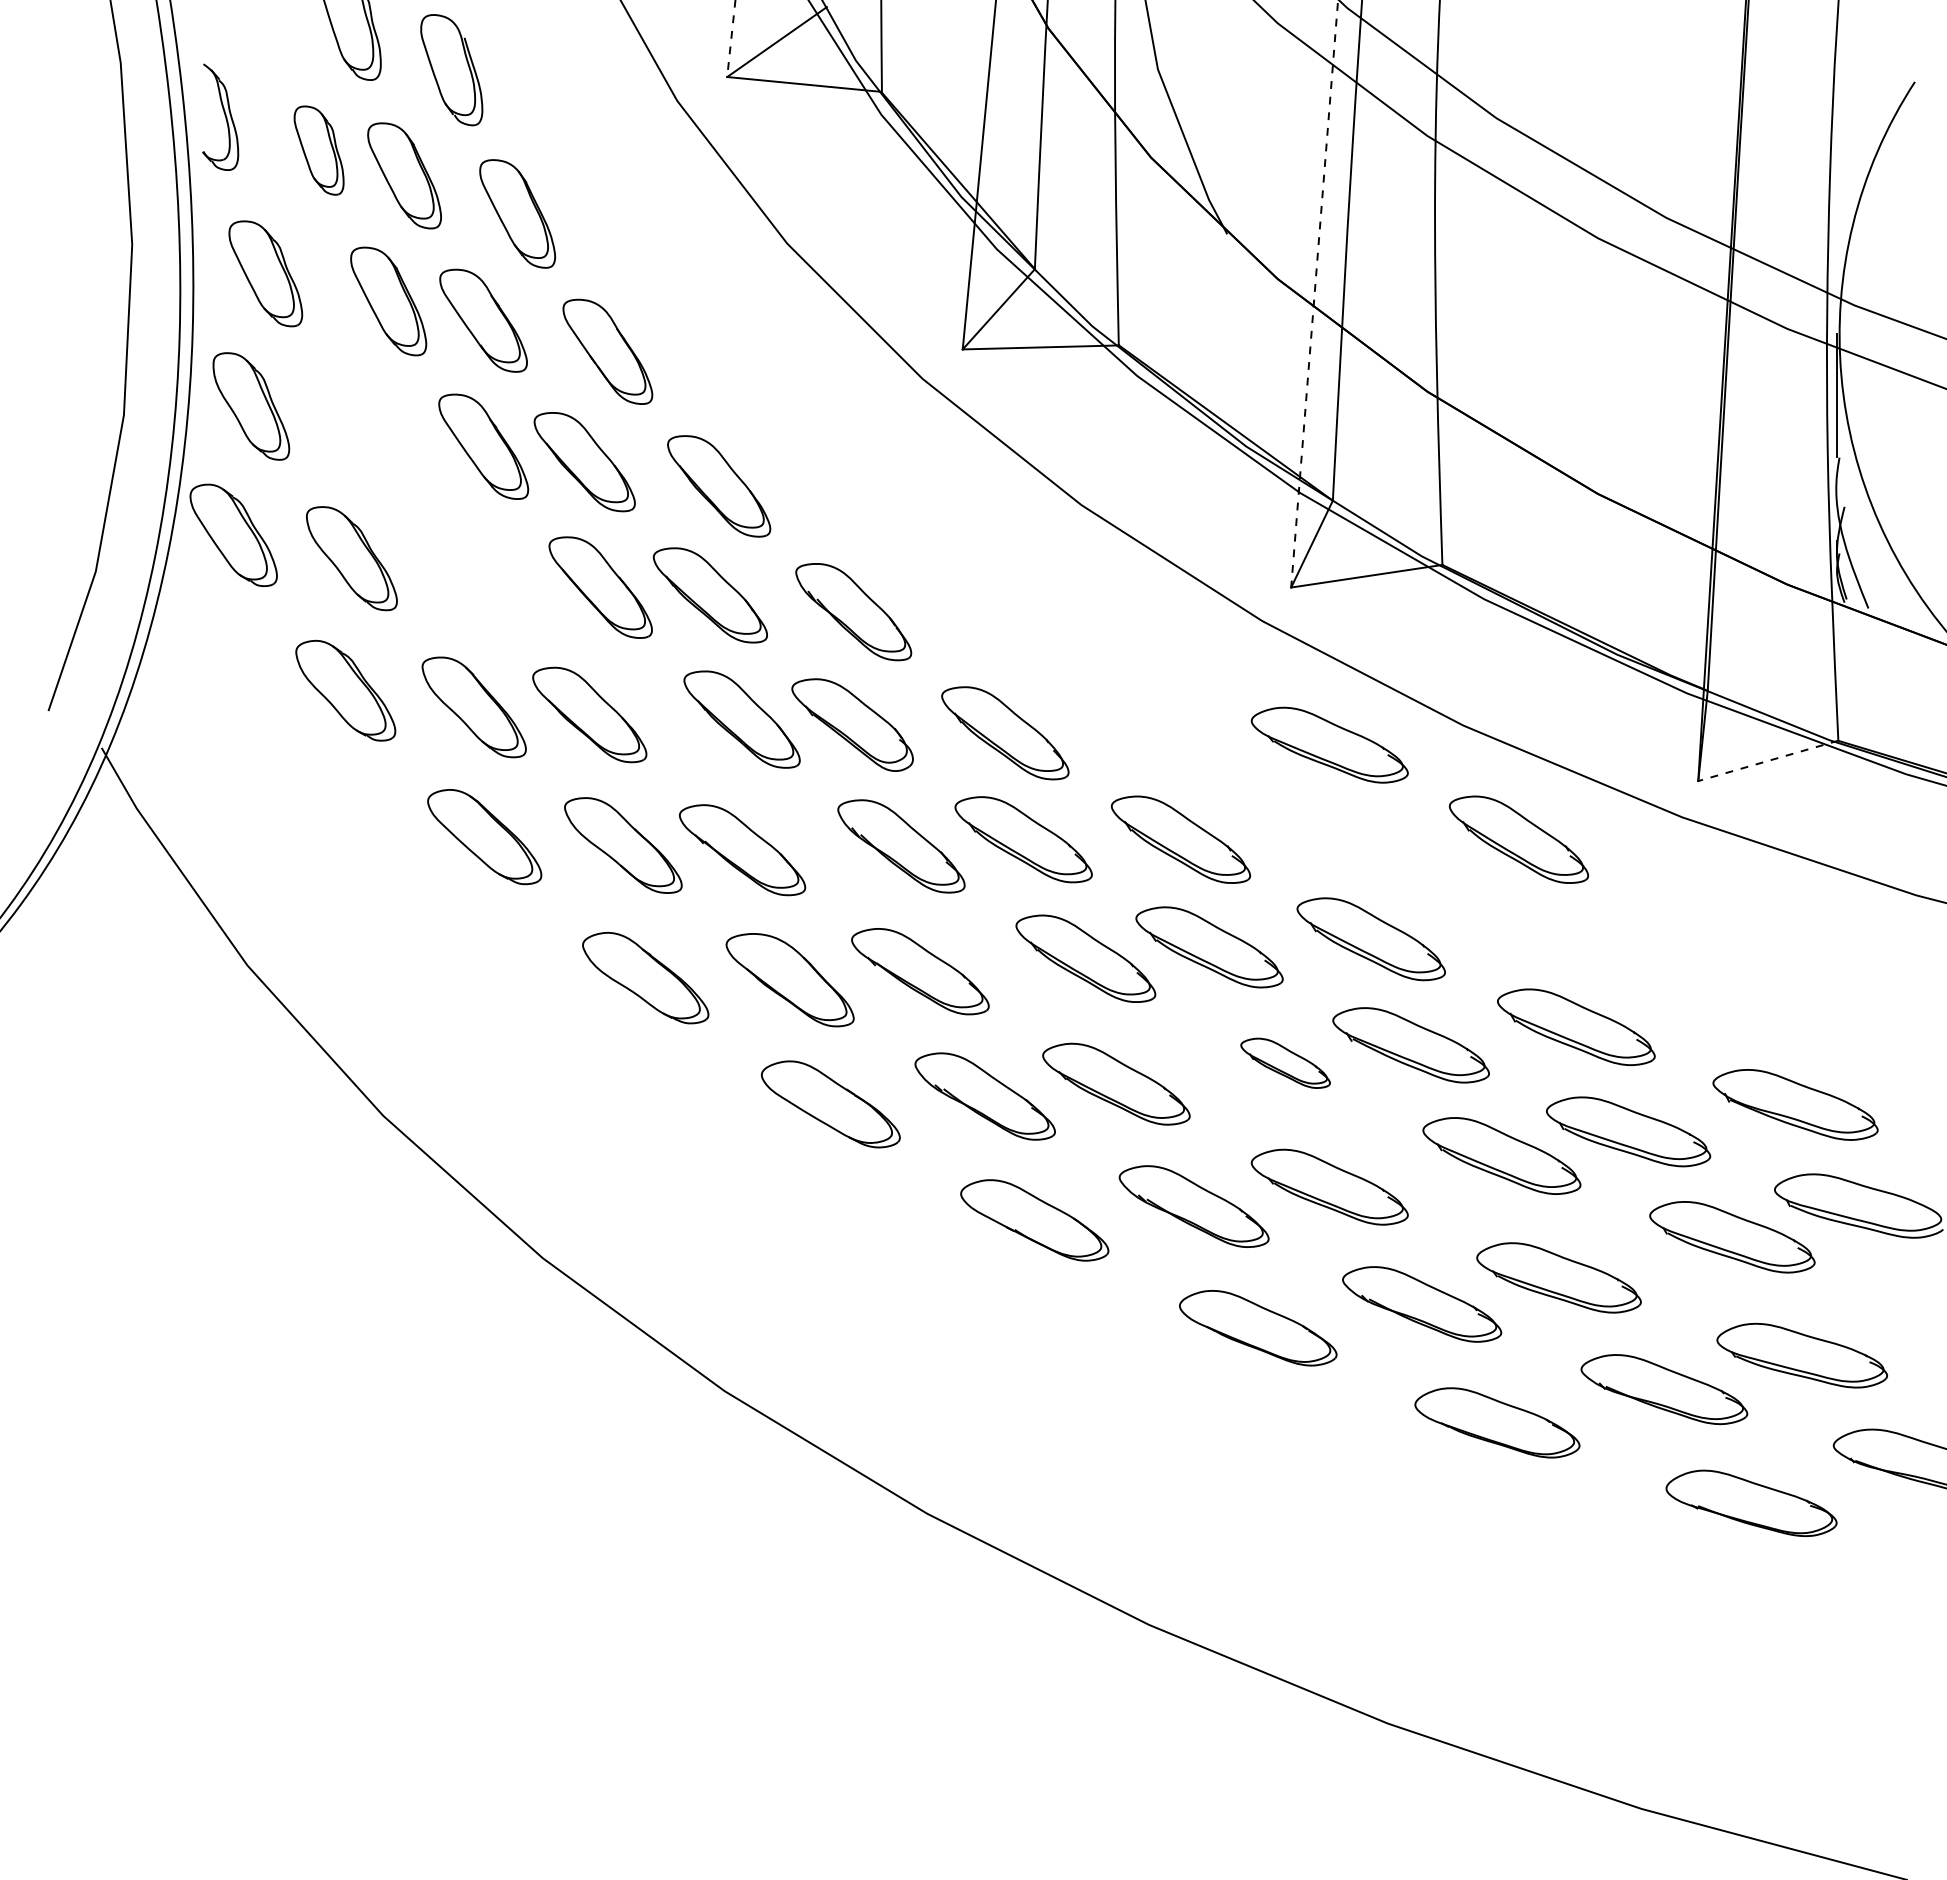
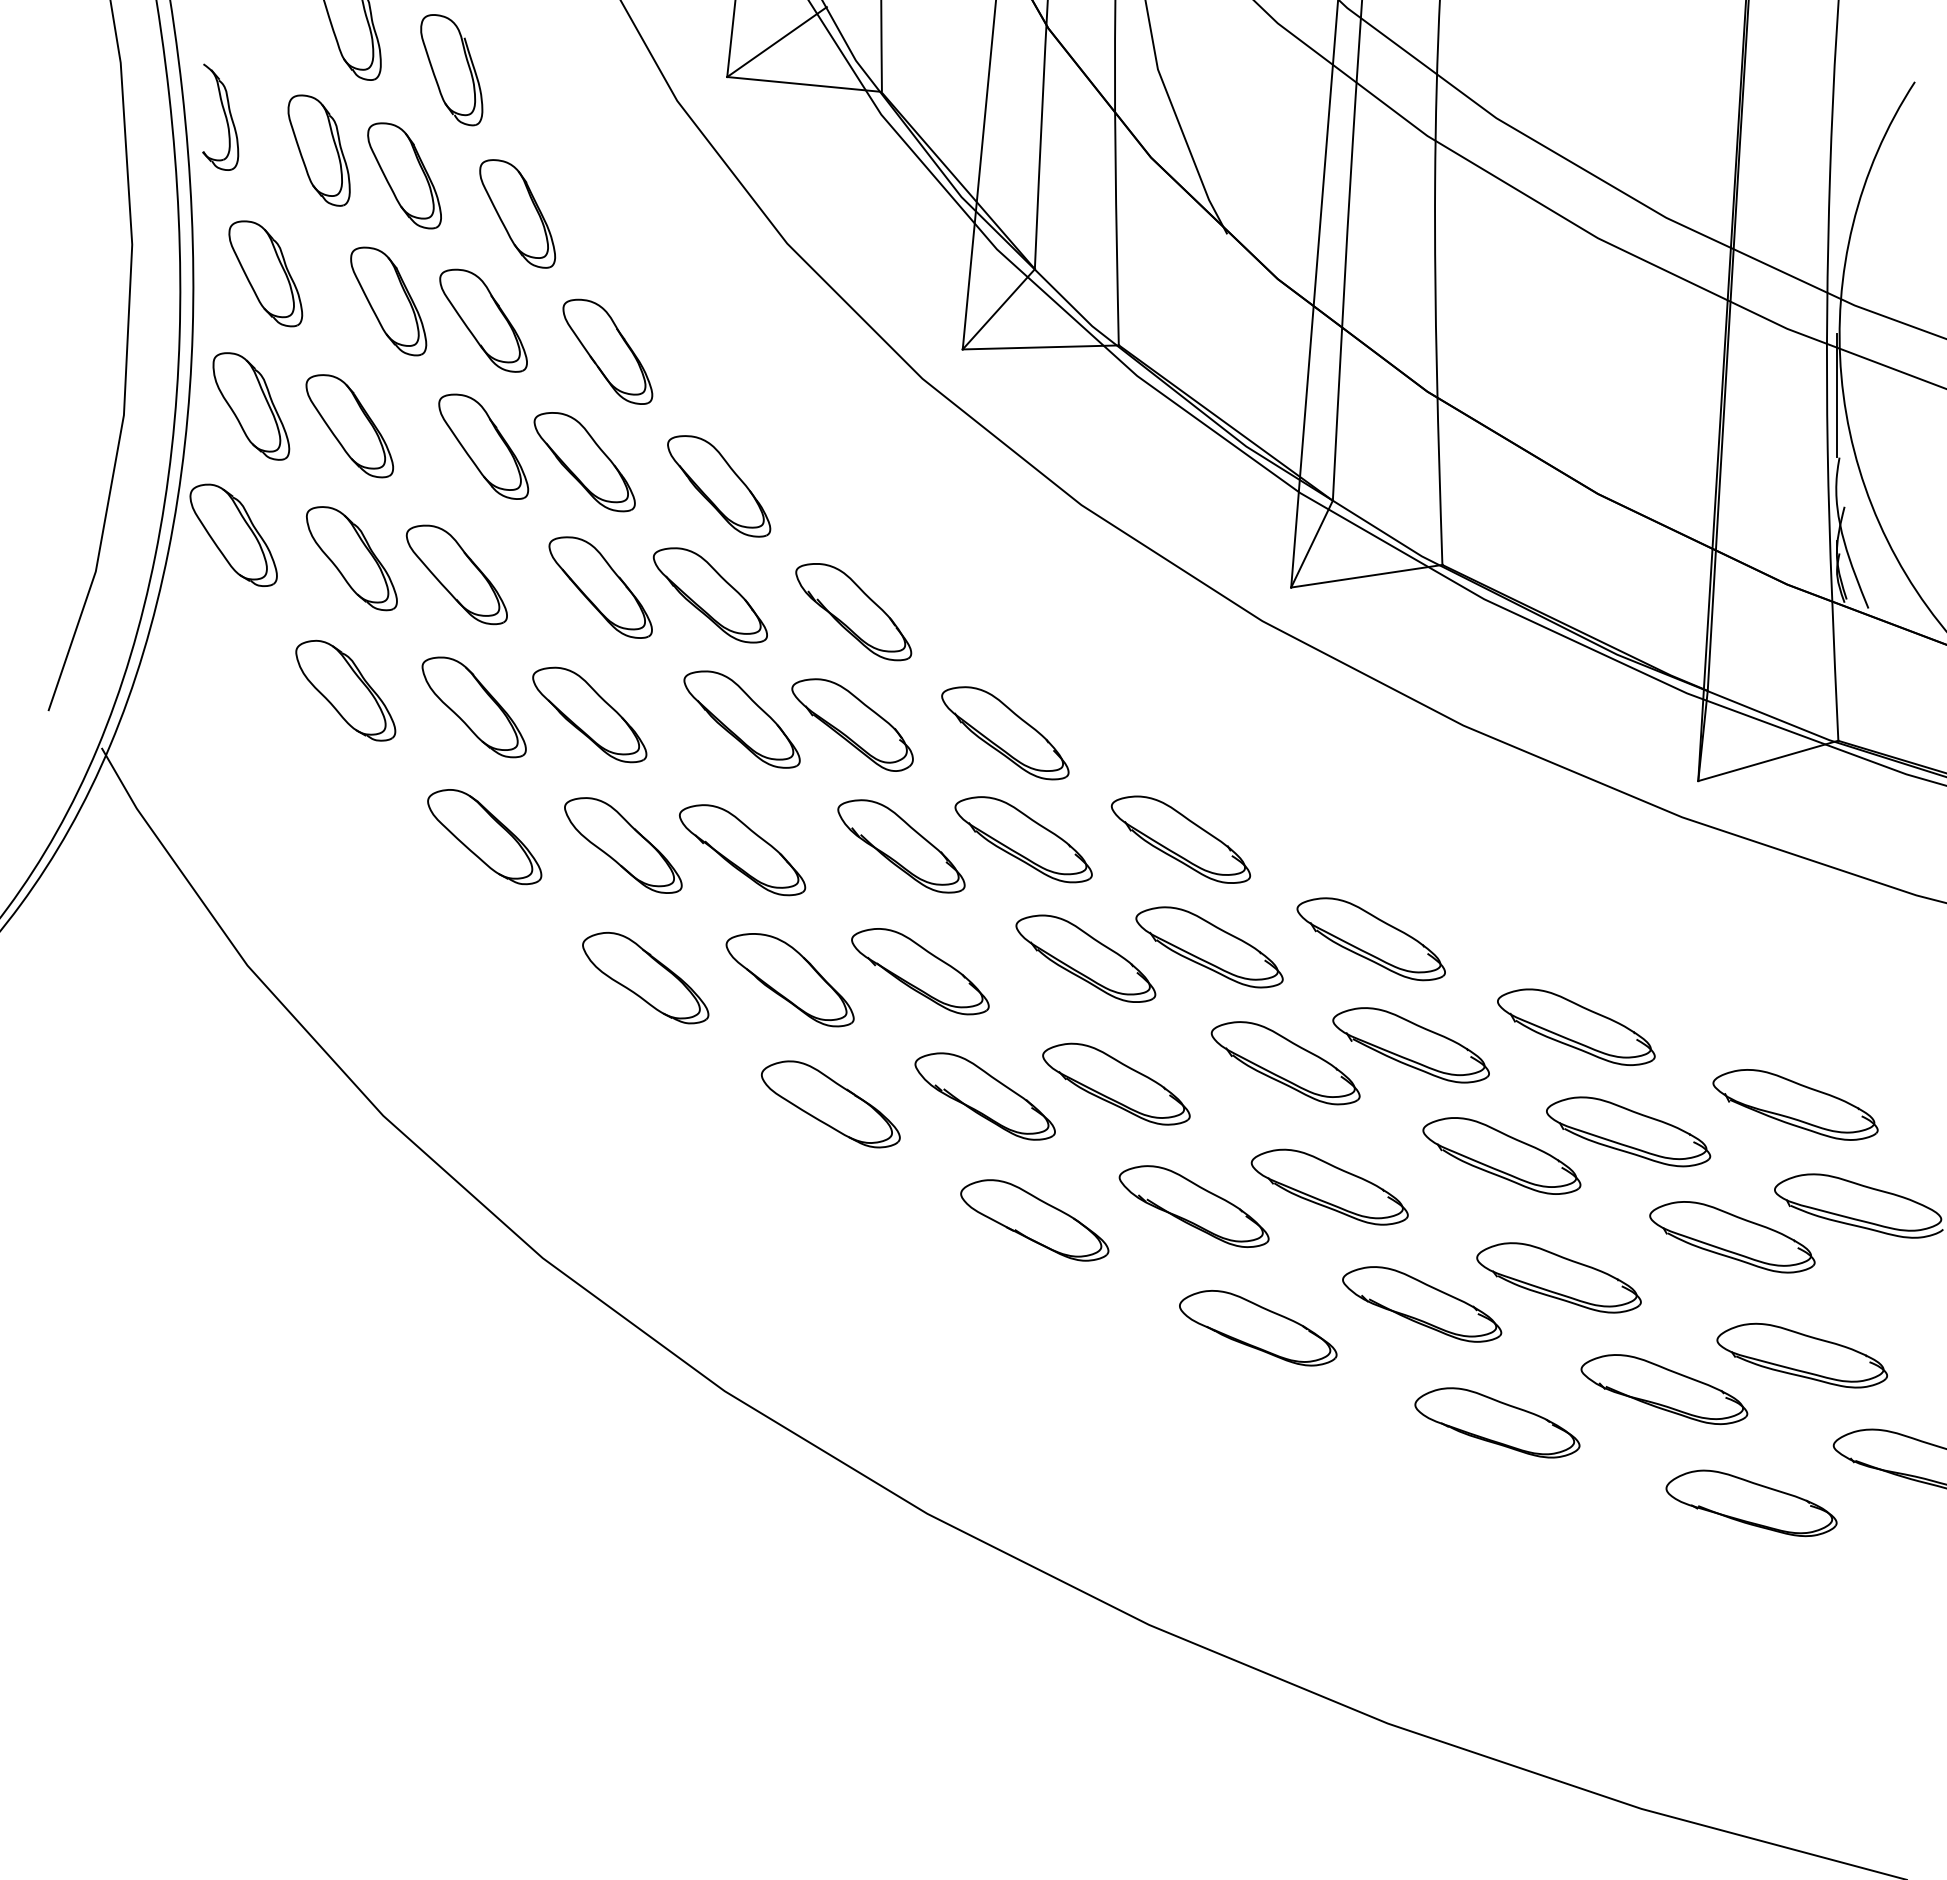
line at (731, 39): dashed -> solid
part at (318, 150) size: 52x91 px -> 64x113 px
line at (1314, 294): dashed -> solid
part at (349, 426): none -> present
part at (456, 574): none -> present
part at (1329, 744): present -> none
line at (1768, 760): dashed -> solid
part at (1518, 839): present -> none
part at (1285, 1062) size: 91x52 px -> 151x85 px
